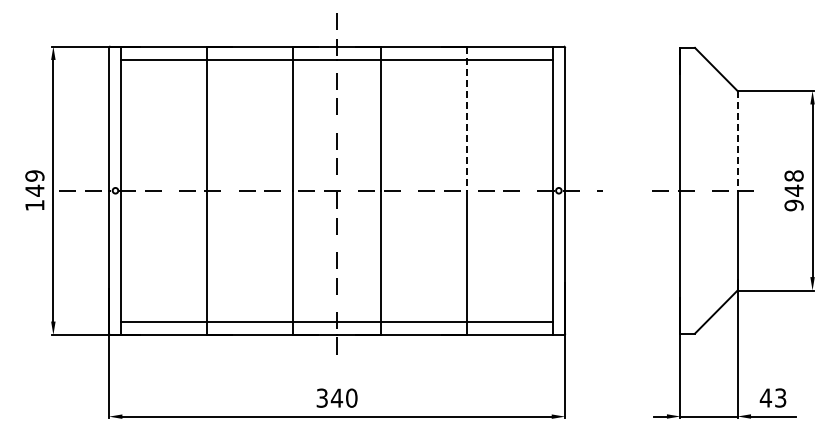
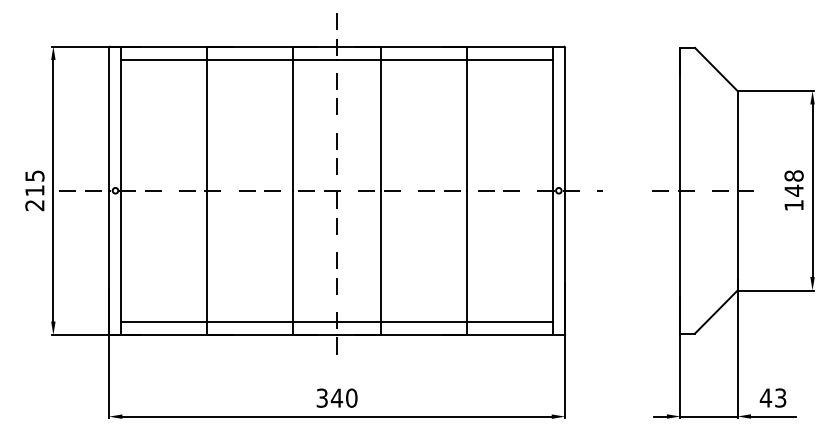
line at (467, 119): dashed -> solid
line at (737, 140): dashed -> solid
text at (34, 190): 149 -> 215
text at (793, 205): 948 -> 148
